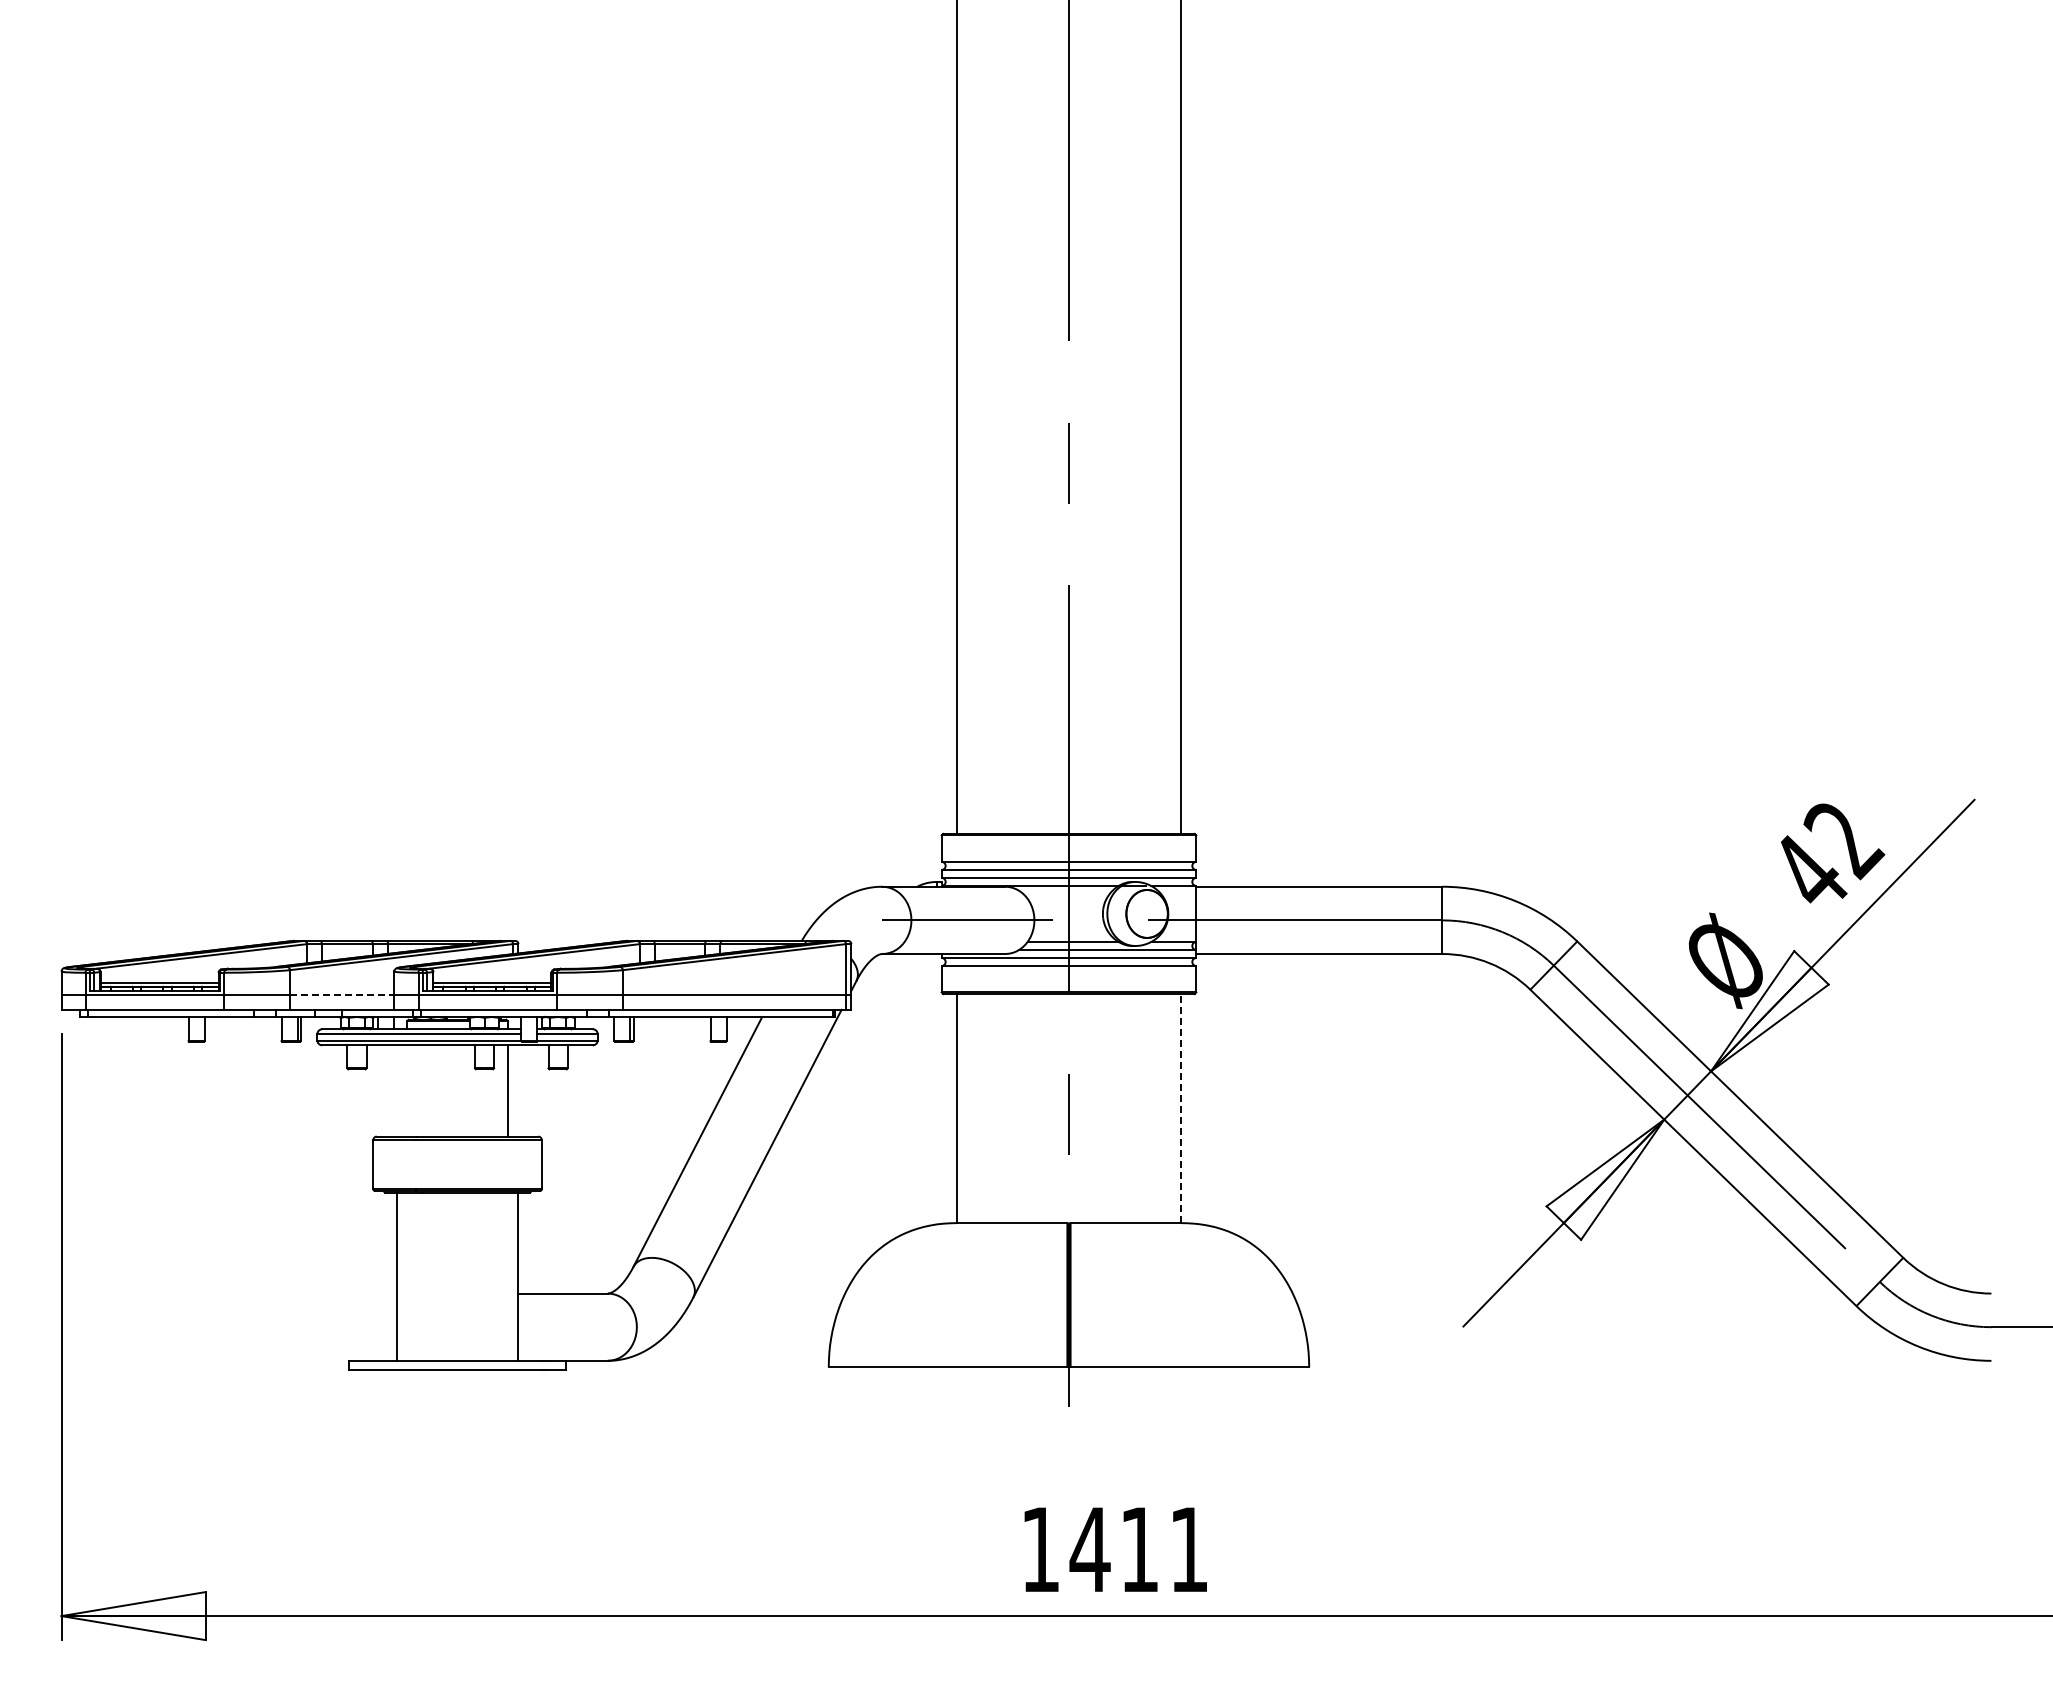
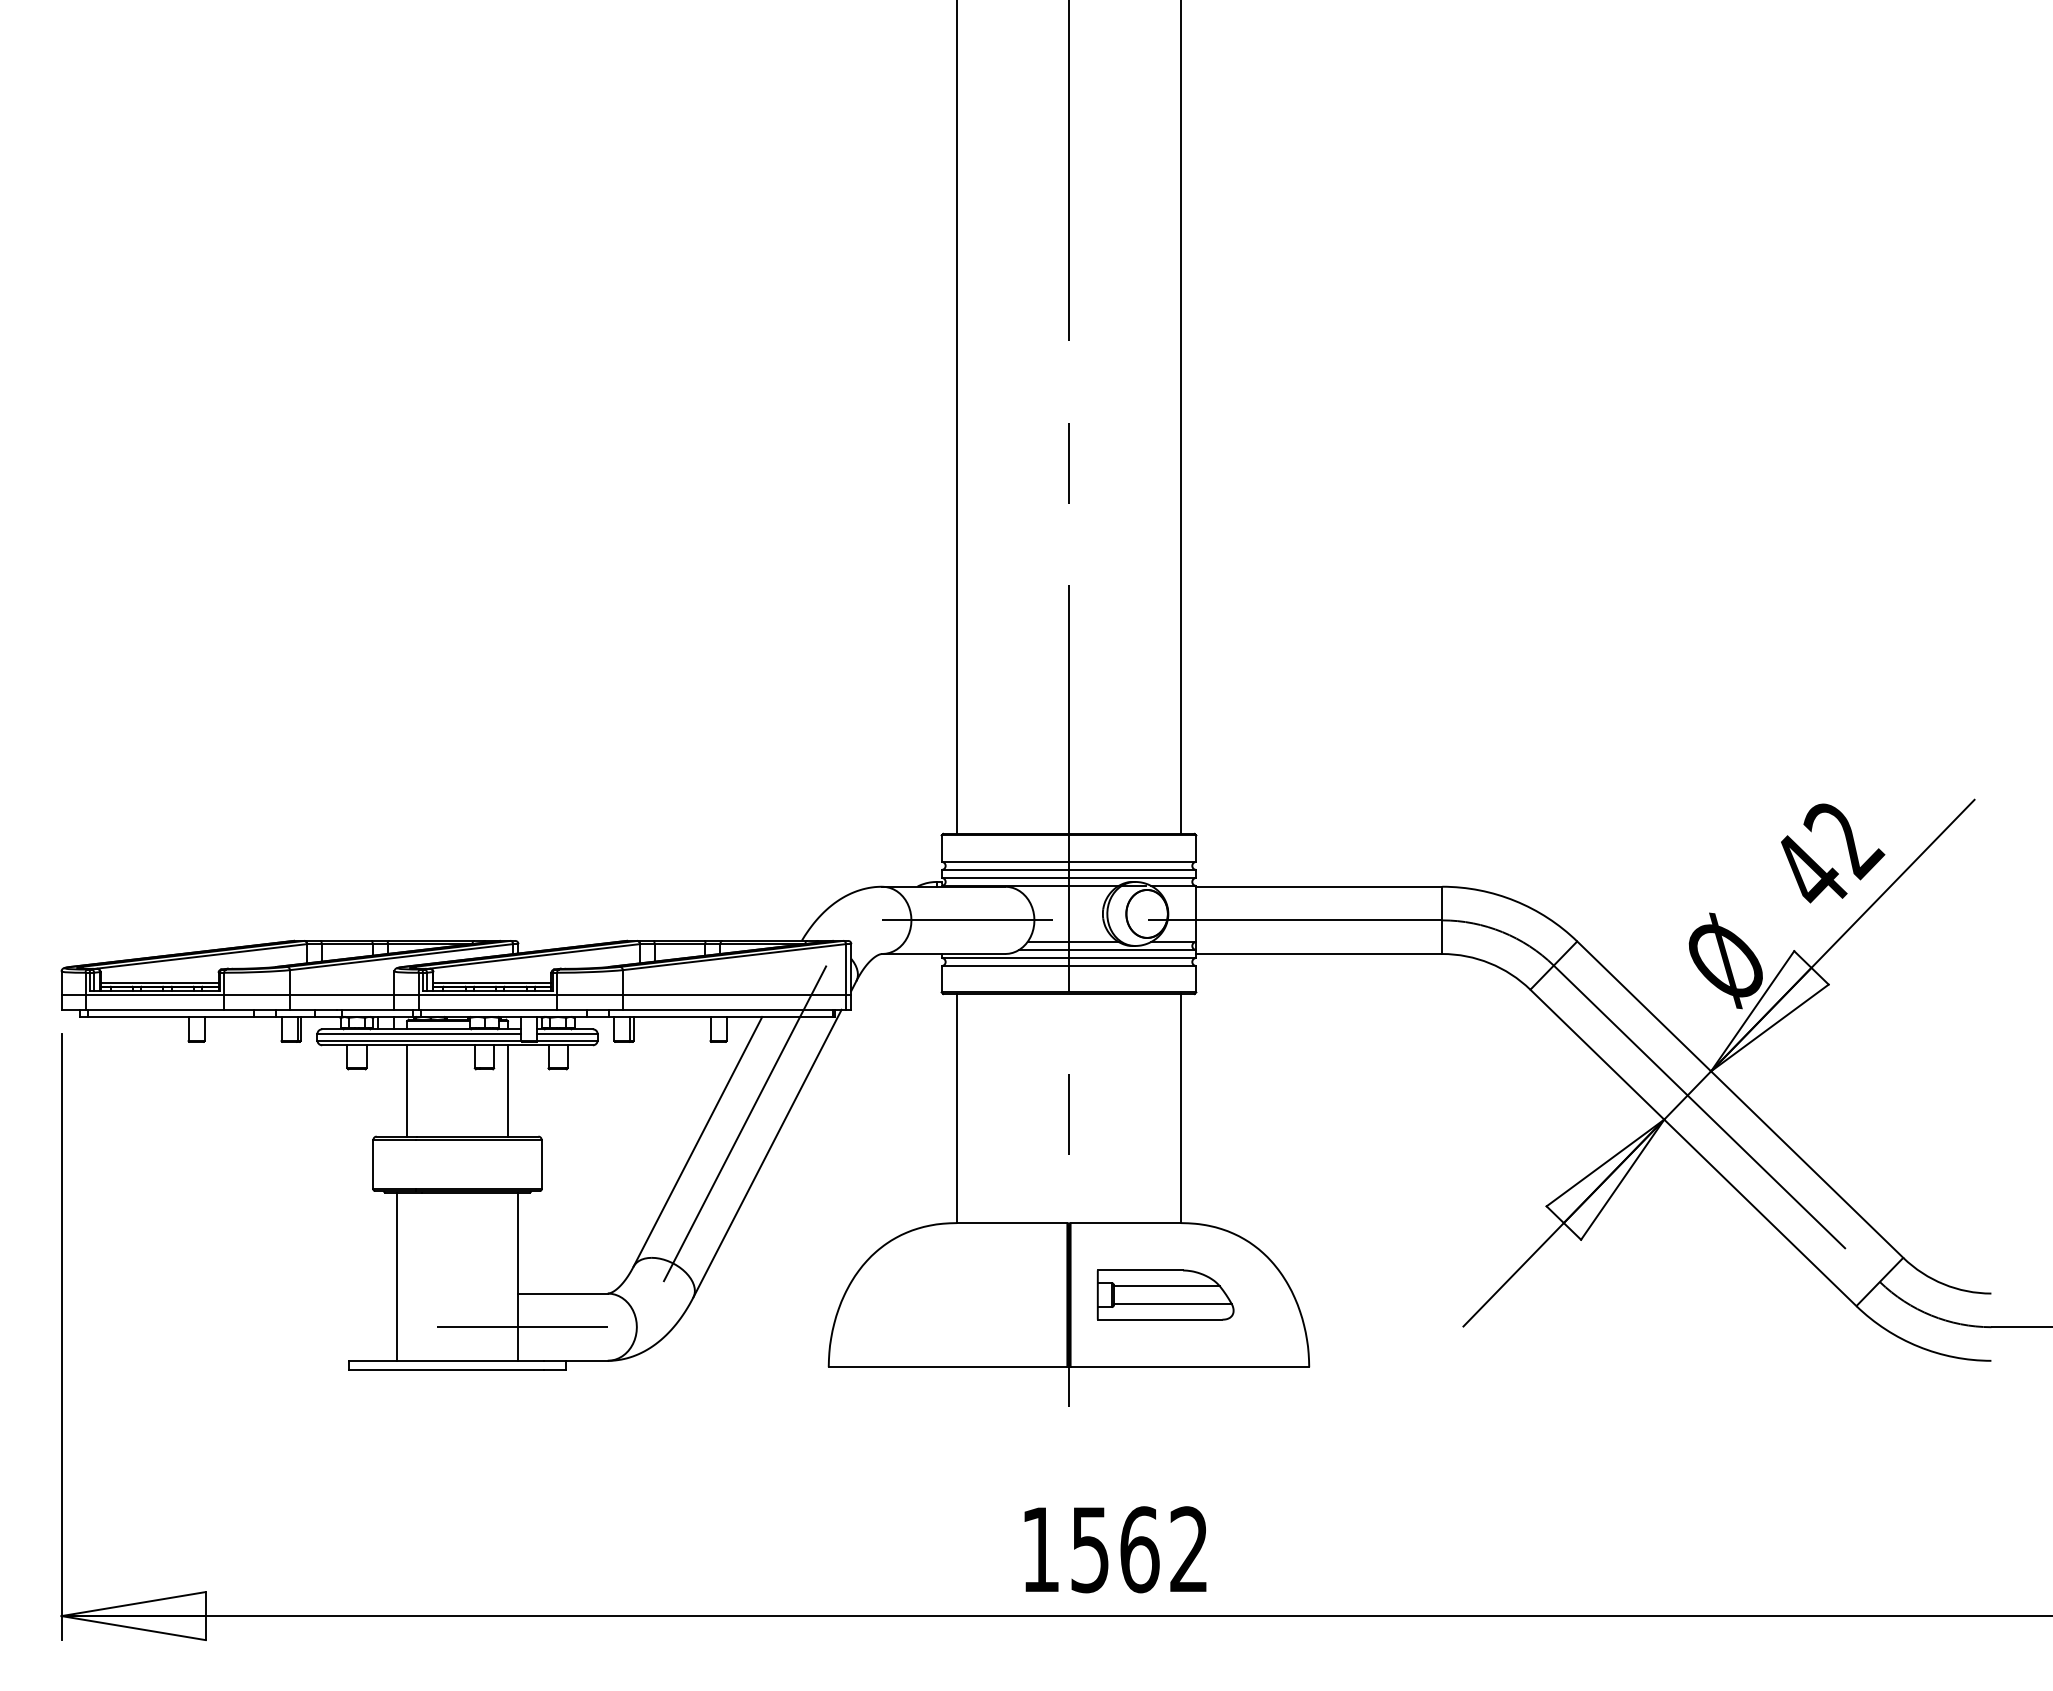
line at (342, 995): dashed -> solid
line at (407, 1090): none -> present
line at (1181, 1108): dashed -> solid
line at (744, 1123): none -> present
part at (1165, 1294): none -> present
line at (521, 1327): none -> present
text at (1137, 1549): 1411 -> 1562
